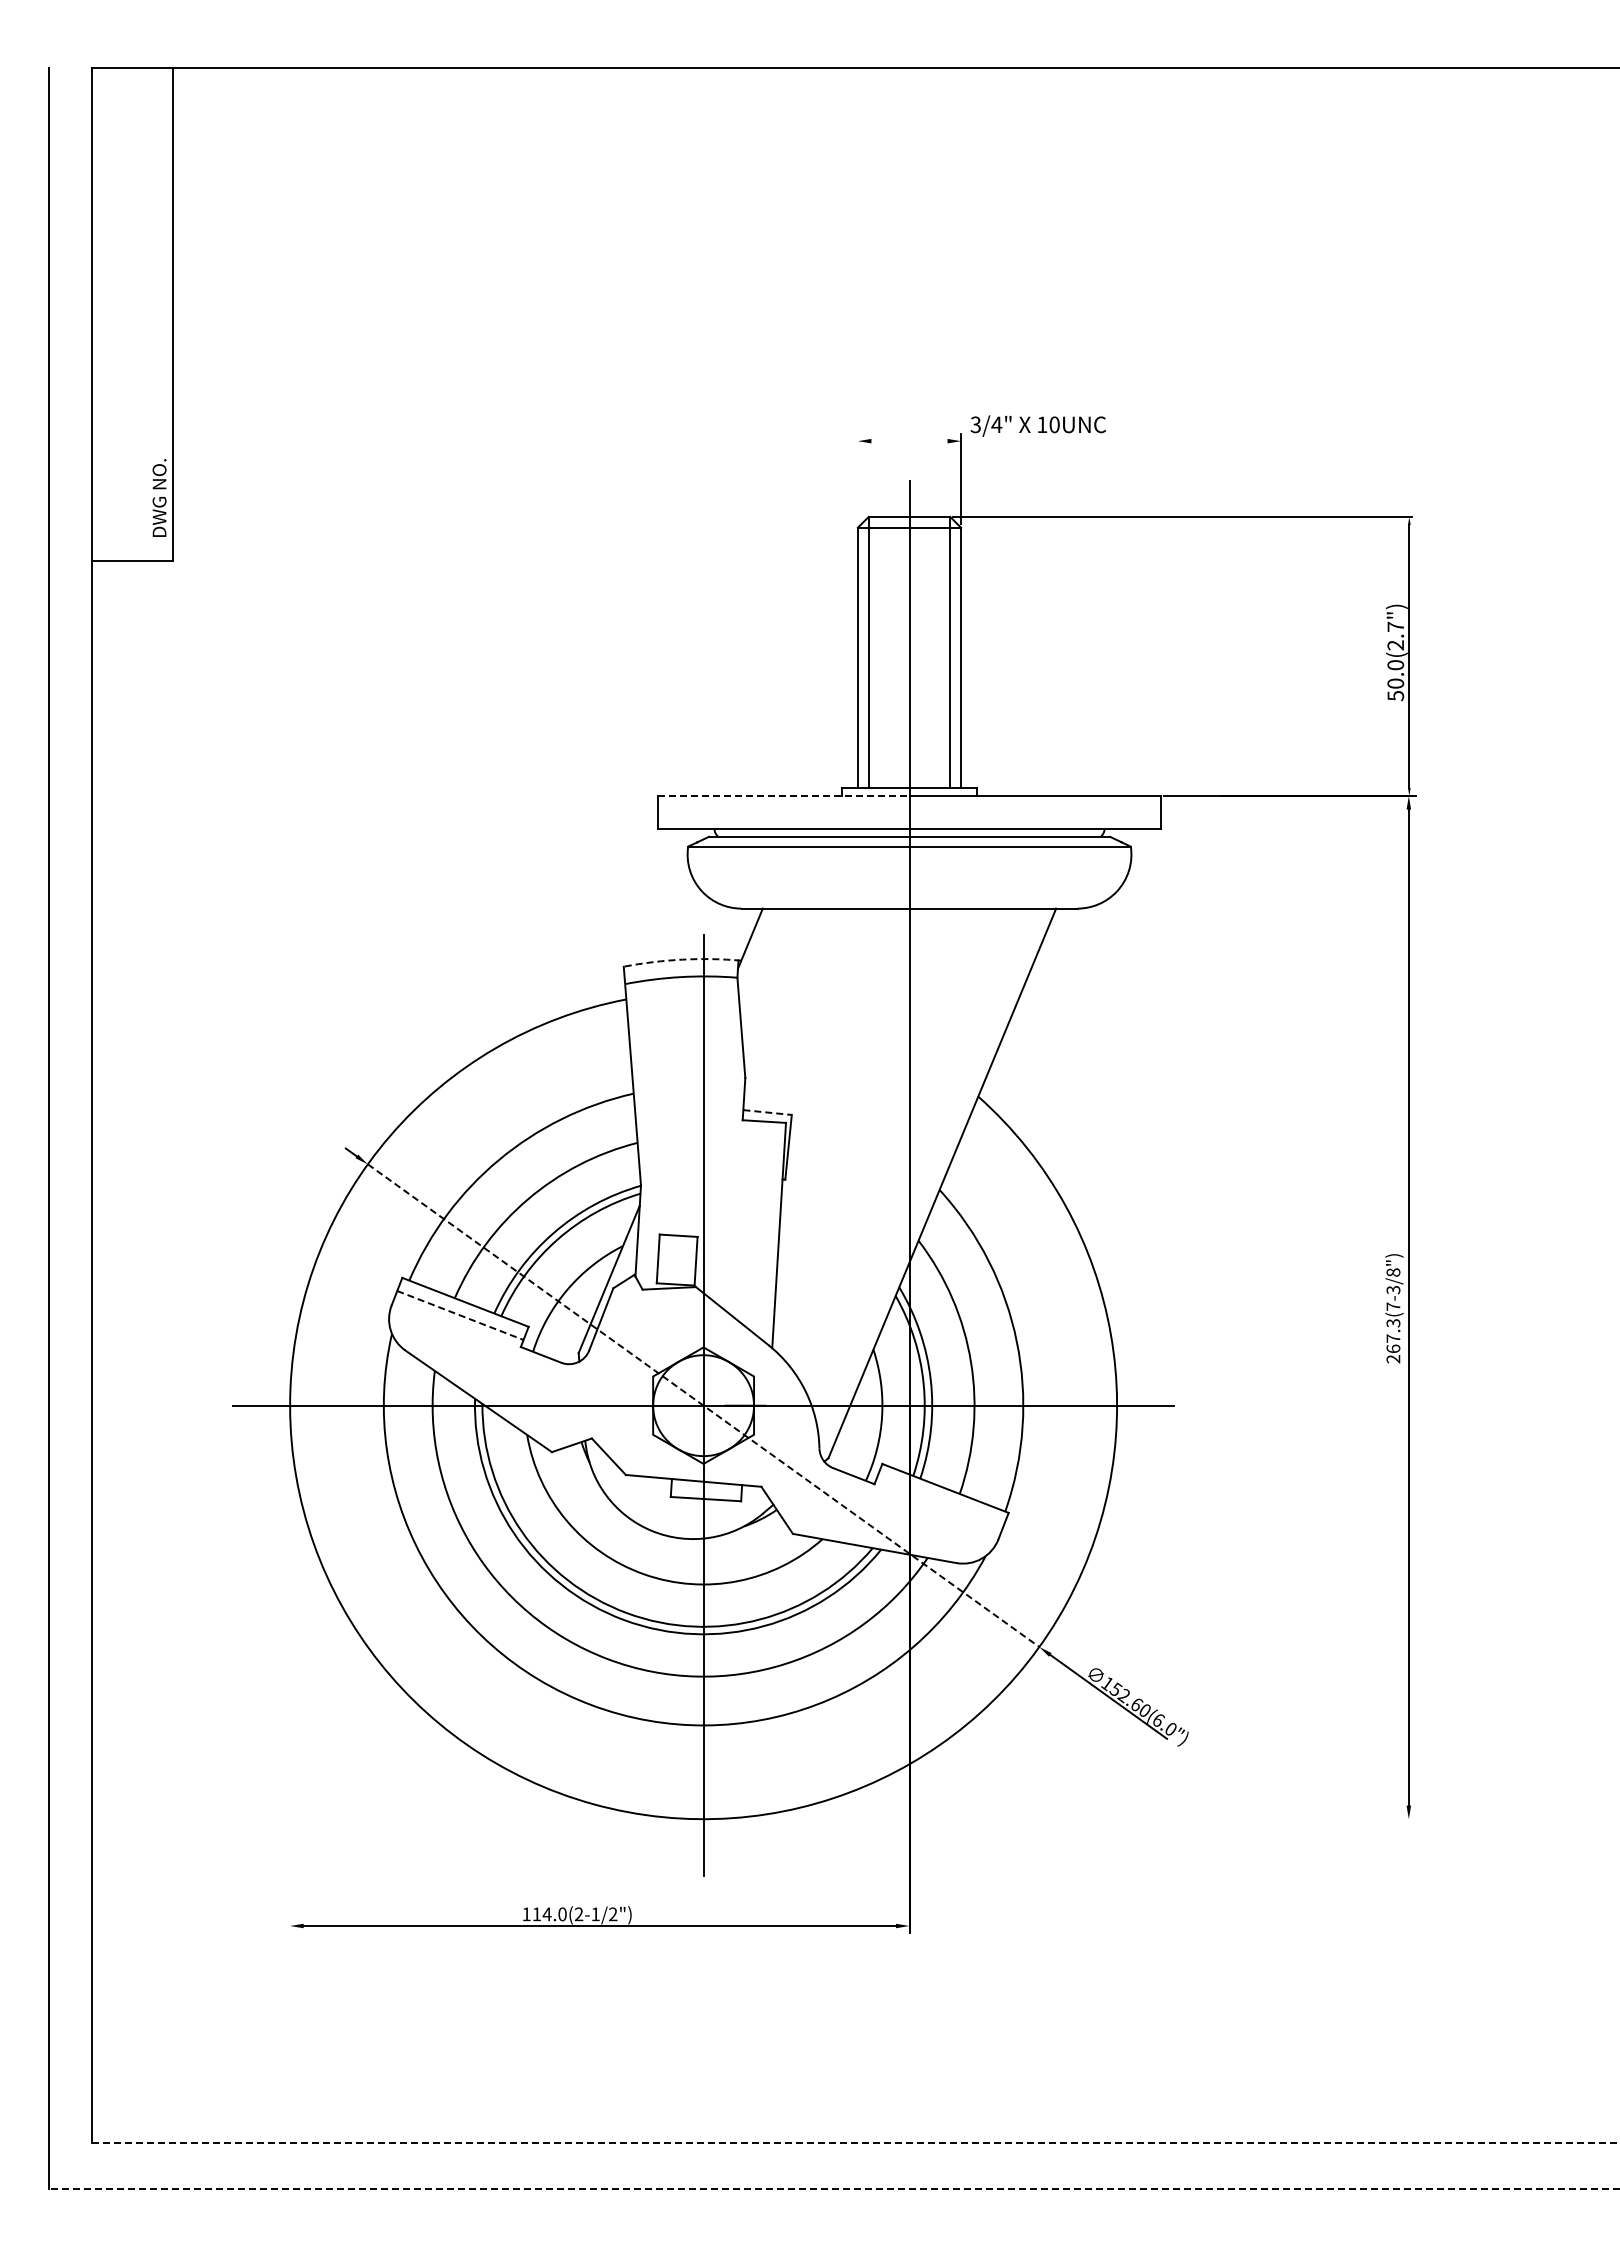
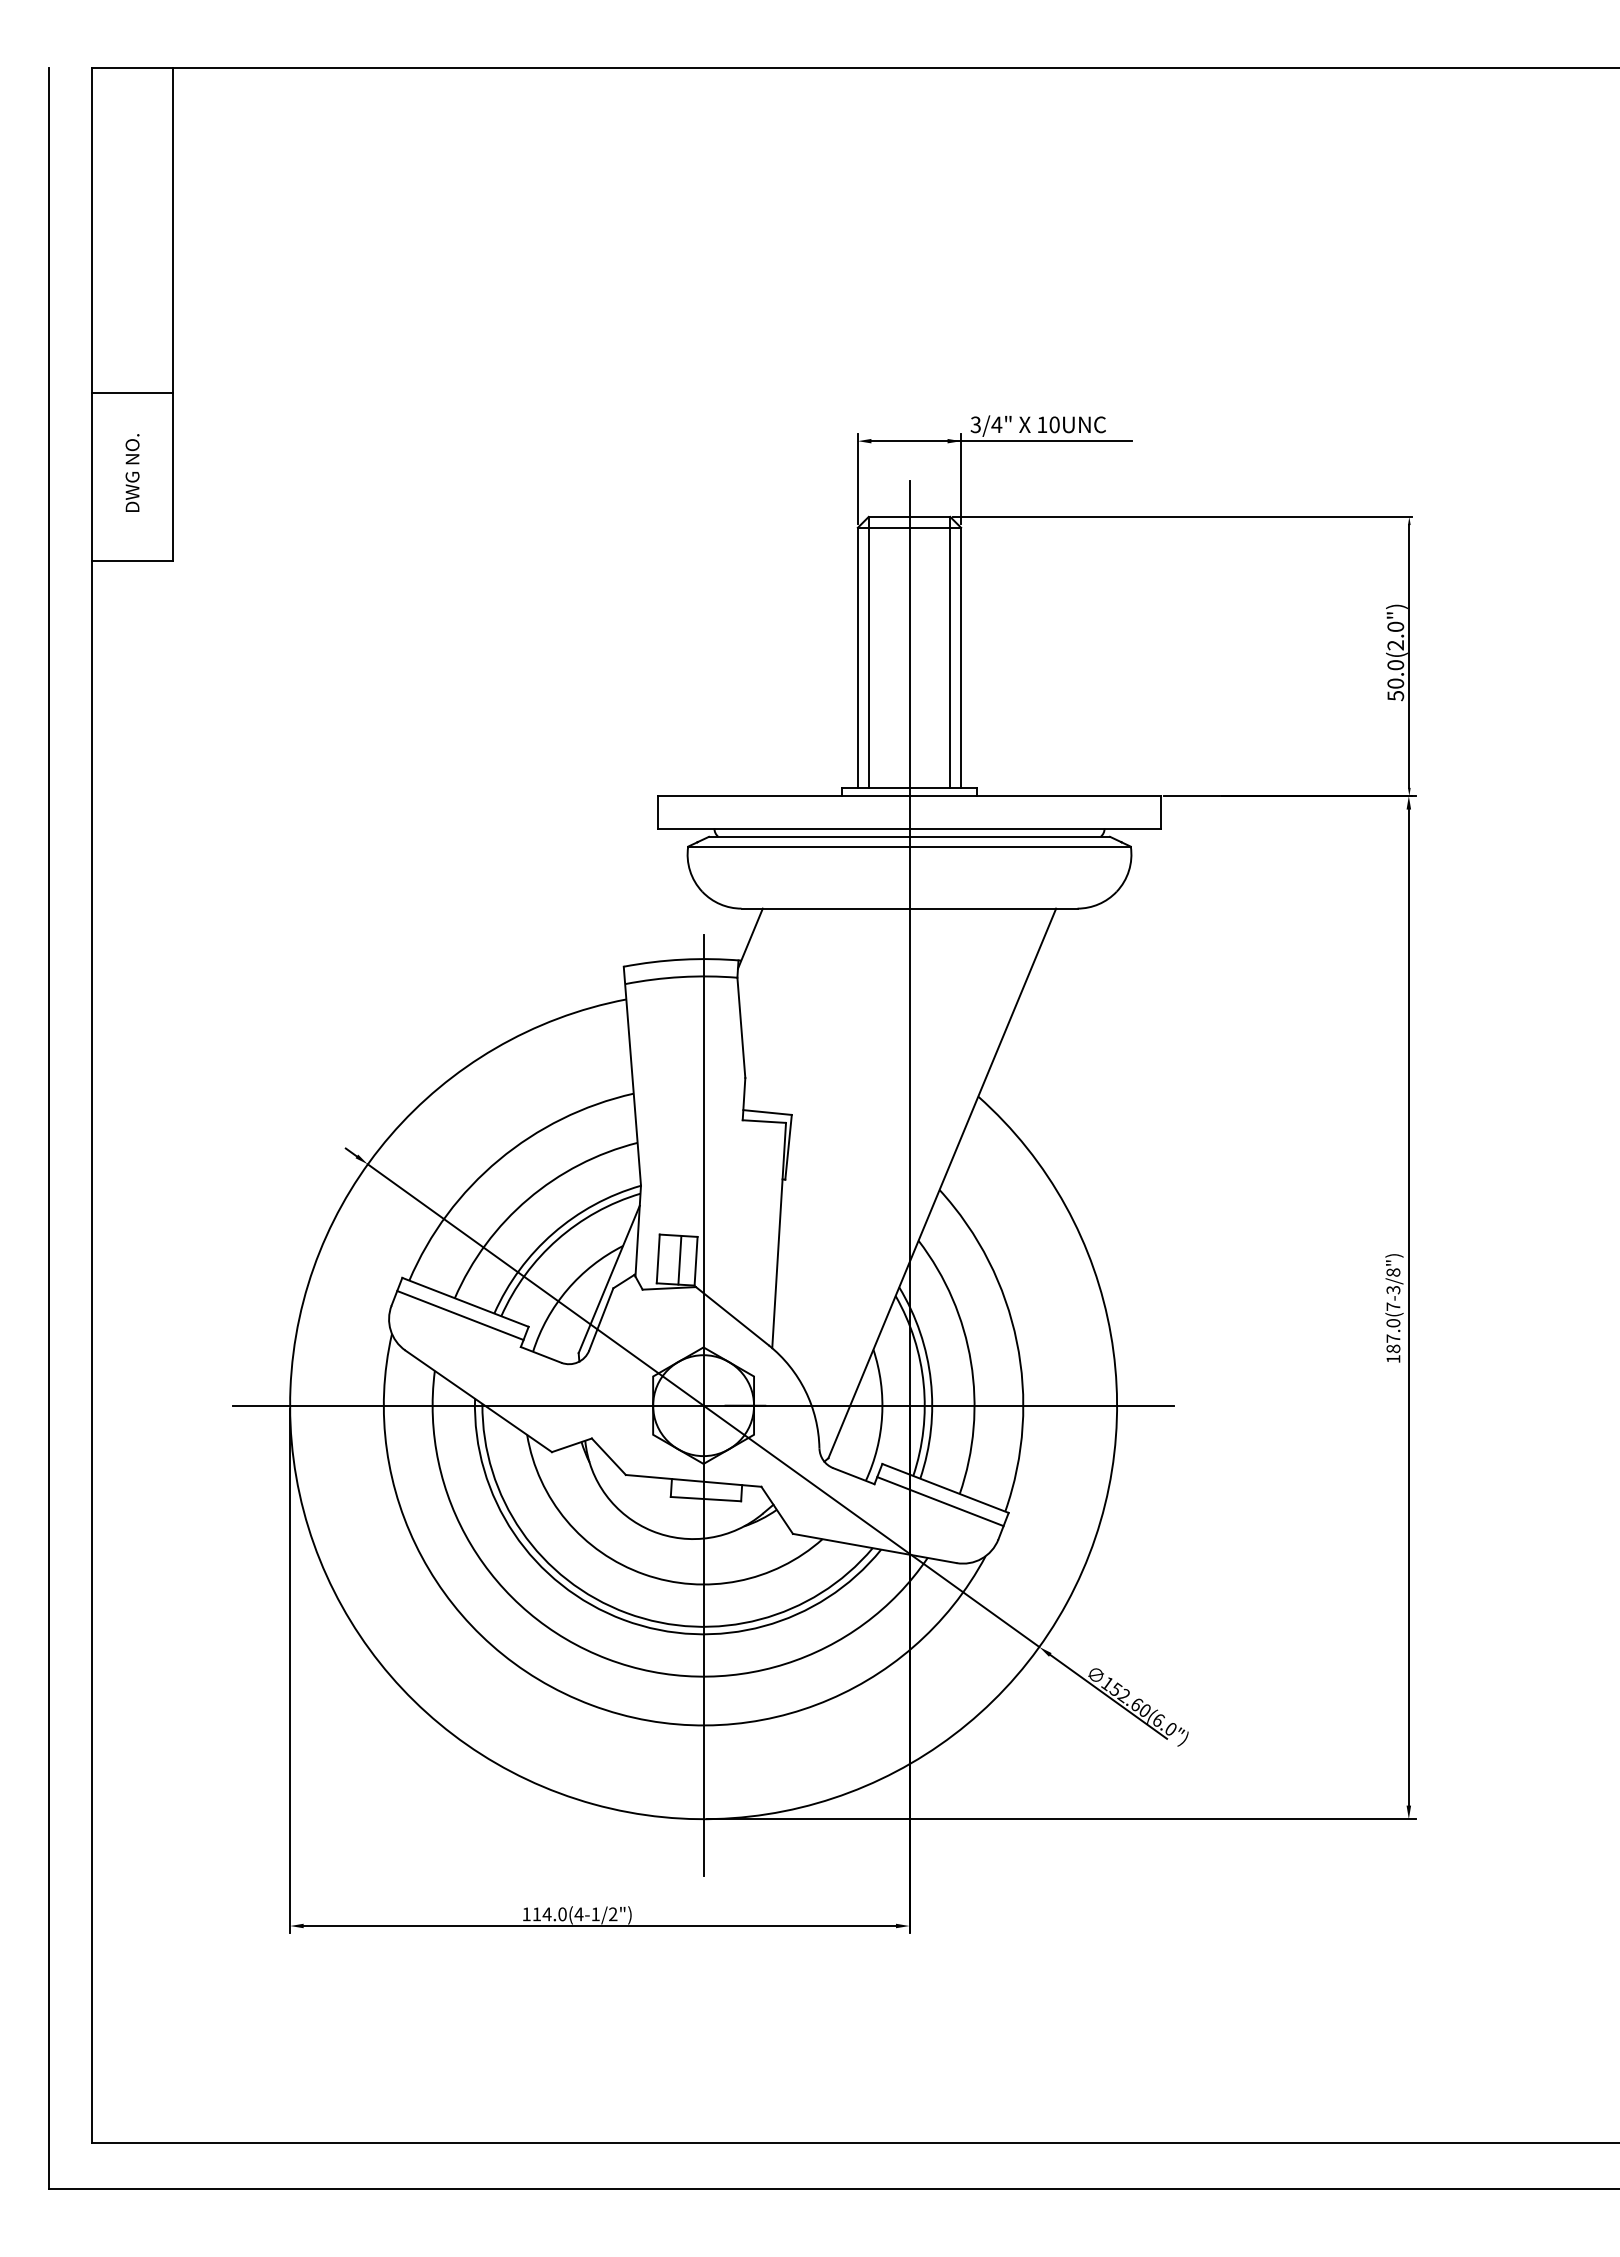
line at (132, 392): none -> present
line at (1001, 441): none -> present
line at (857, 479): none -> present
text at (159, 497) position: (159, 497) -> (132, 472)
text at (1395, 626): 50.0(2.7") -> 50.0(2.0")
line at (783, 796): dashed -> solid
arc at (682, 959): dashed -> solid
line at (768, 1112): dashed -> solid
line at (679, 1259): none -> present
line at (460, 1315): dashed -> solid
text at (1393, 1341): 267.3(7-3/8") -> 187.0(7-3/8")
line at (703, 1405): dashed -> solid
line at (940, 1501): none -> present
line at (290, 1670): none -> present
line at (1060, 1819): none -> present
text at (578, 1914): 114.0(2-1/2") -> 114.0(4-1/2")
line at (855, 2143): dashed -> solid
line at (833, 2189): dashed -> solid
